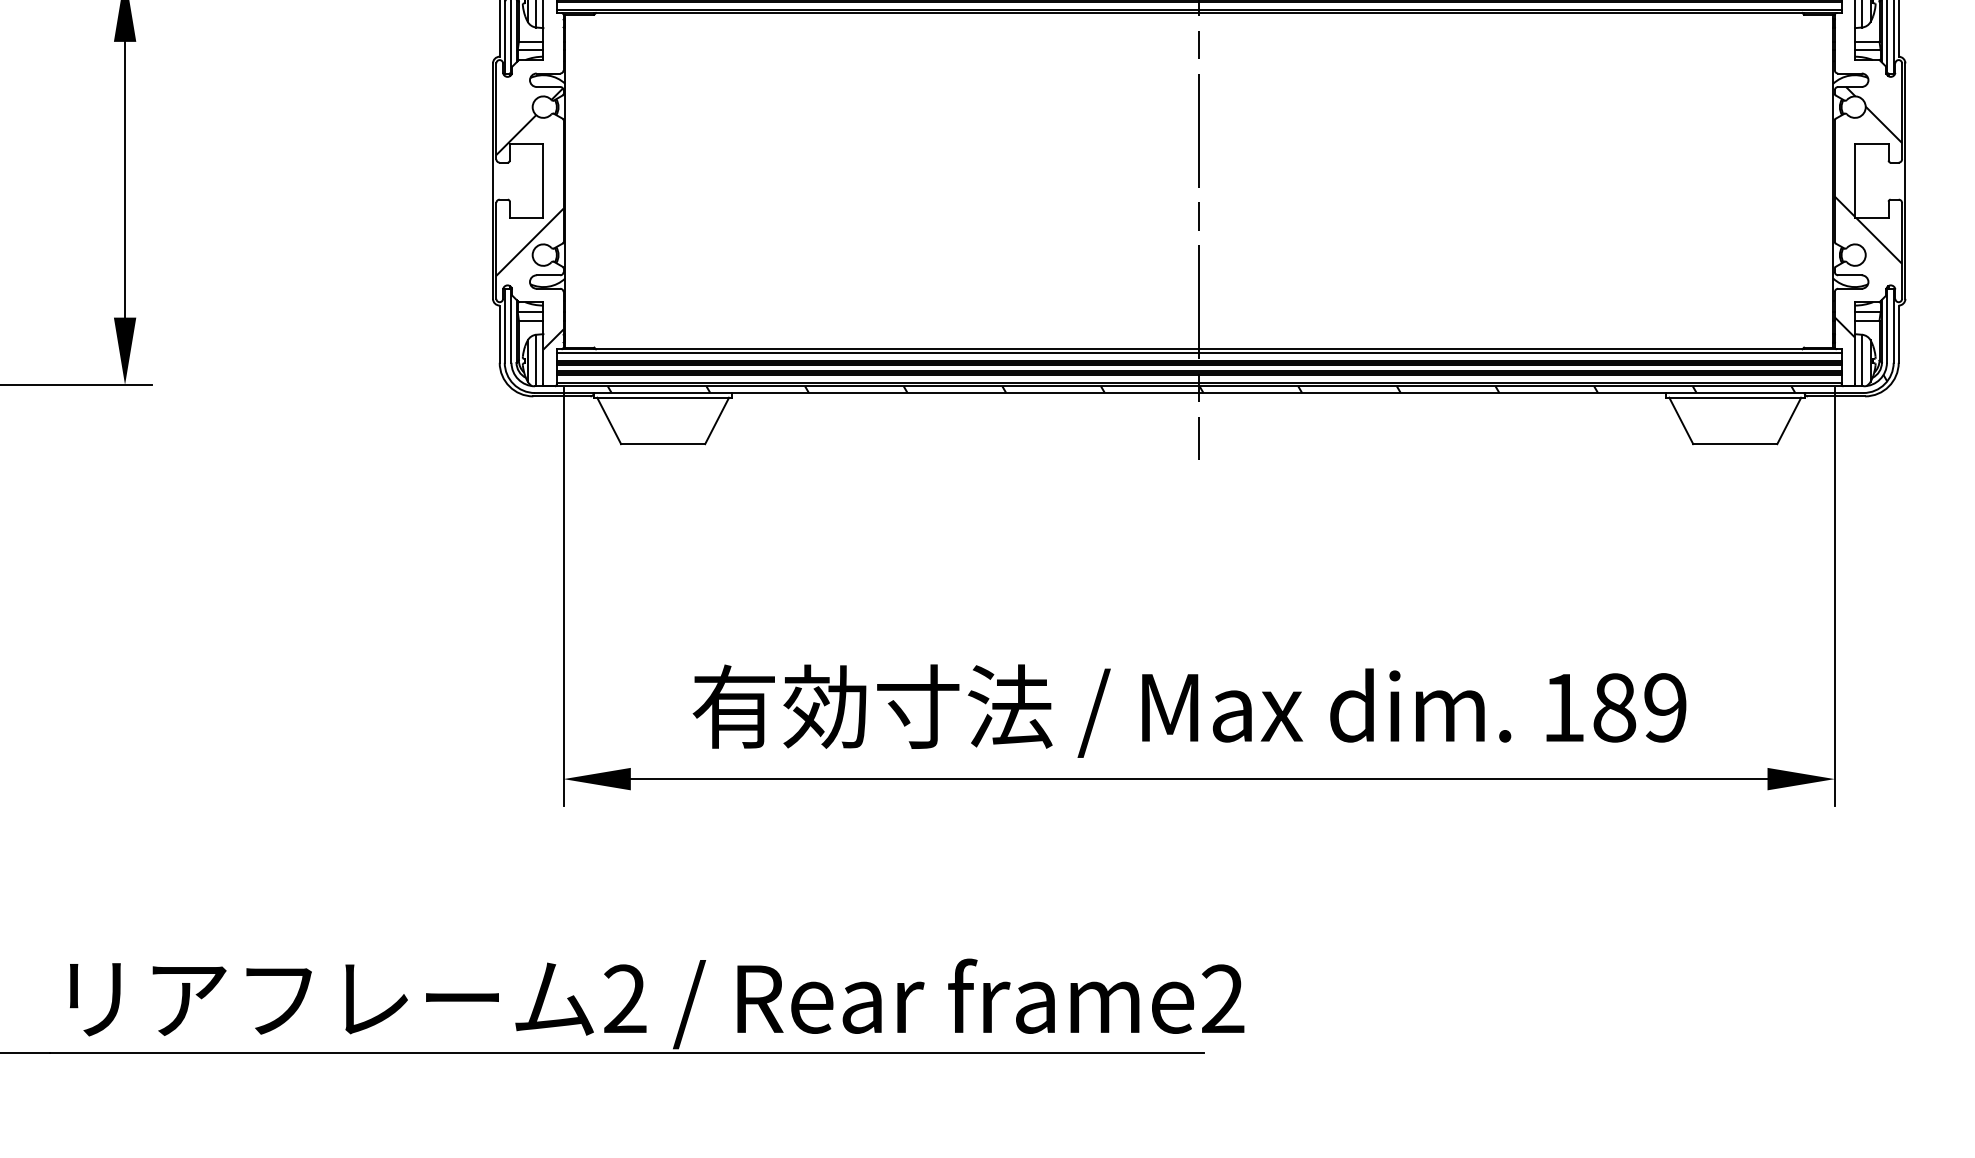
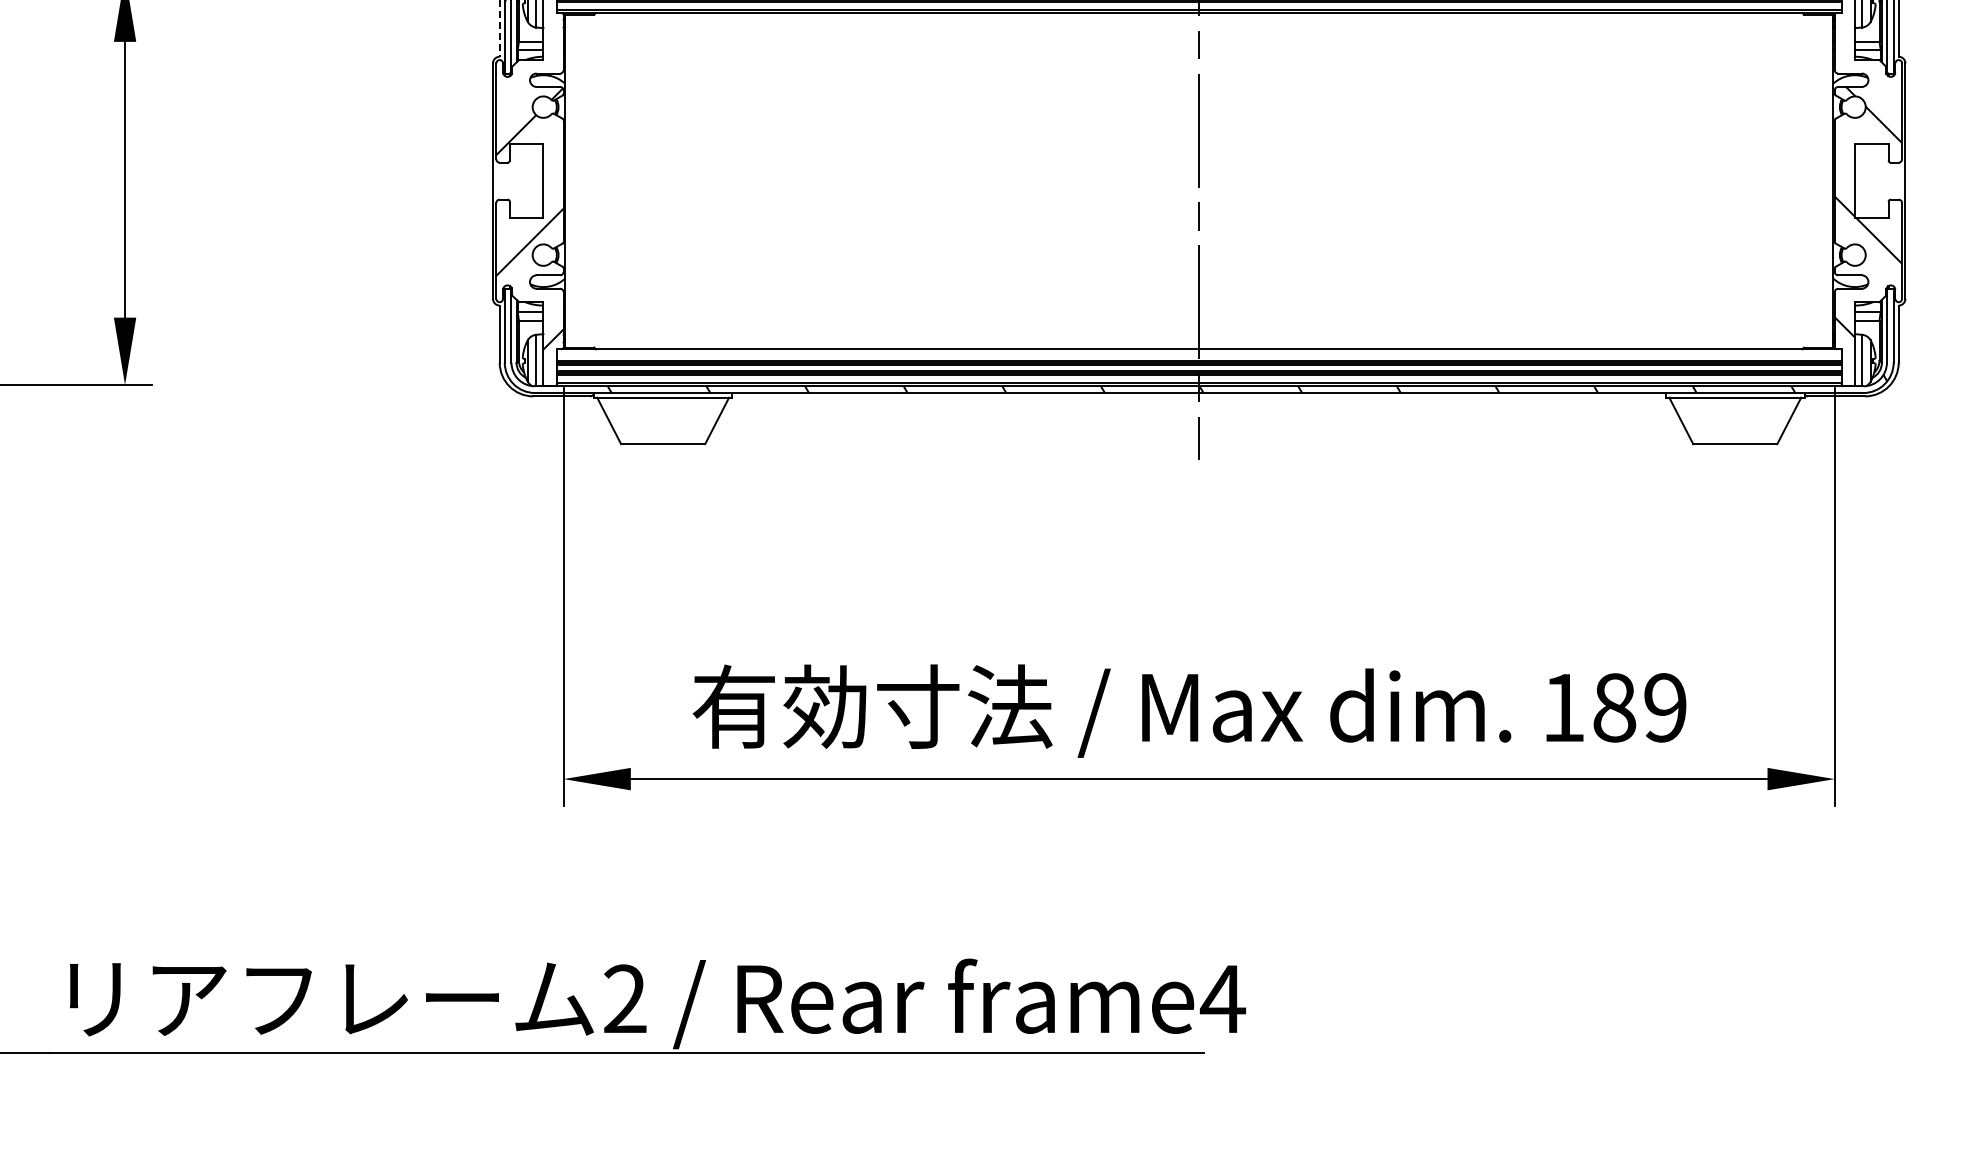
line at (499, 29): solid -> dashed
line at (1198, 352): present -> none
text at (1222, 998): frame2 -> frame4
